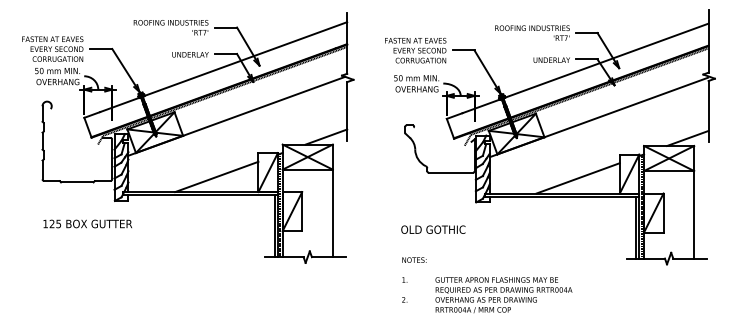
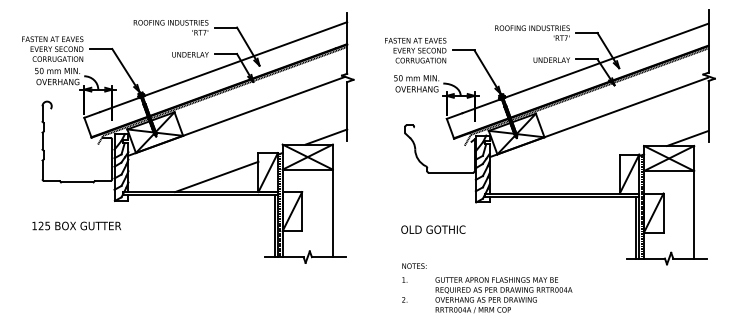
line at (577, 178): present -> none
text at (87, 223) position: (87, 223) -> (76, 225)
text at (414, 259) position: (414, 259) -> (414, 265)
